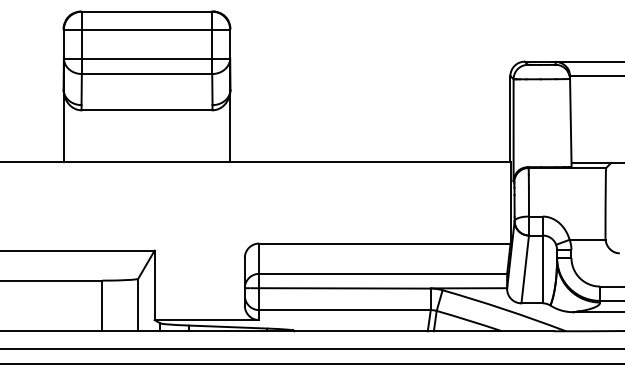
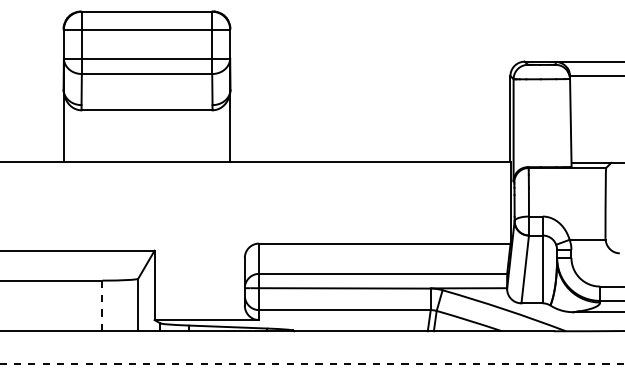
line at (102, 306): solid -> dashed
line at (311, 348): present -> none
line at (312, 363): solid -> dashed
